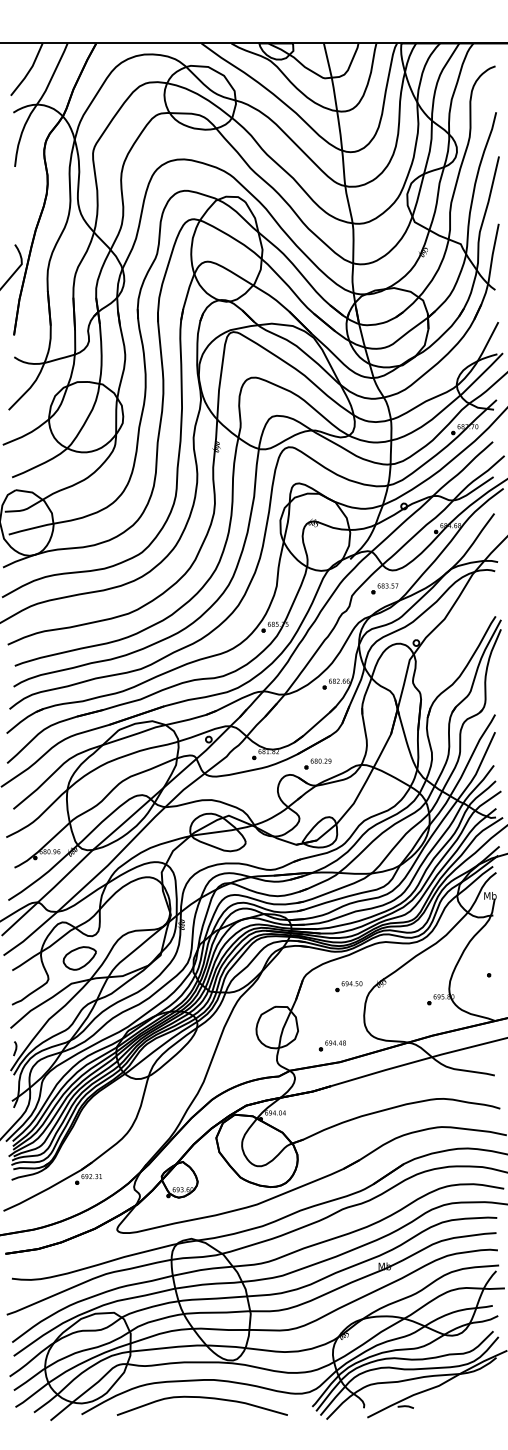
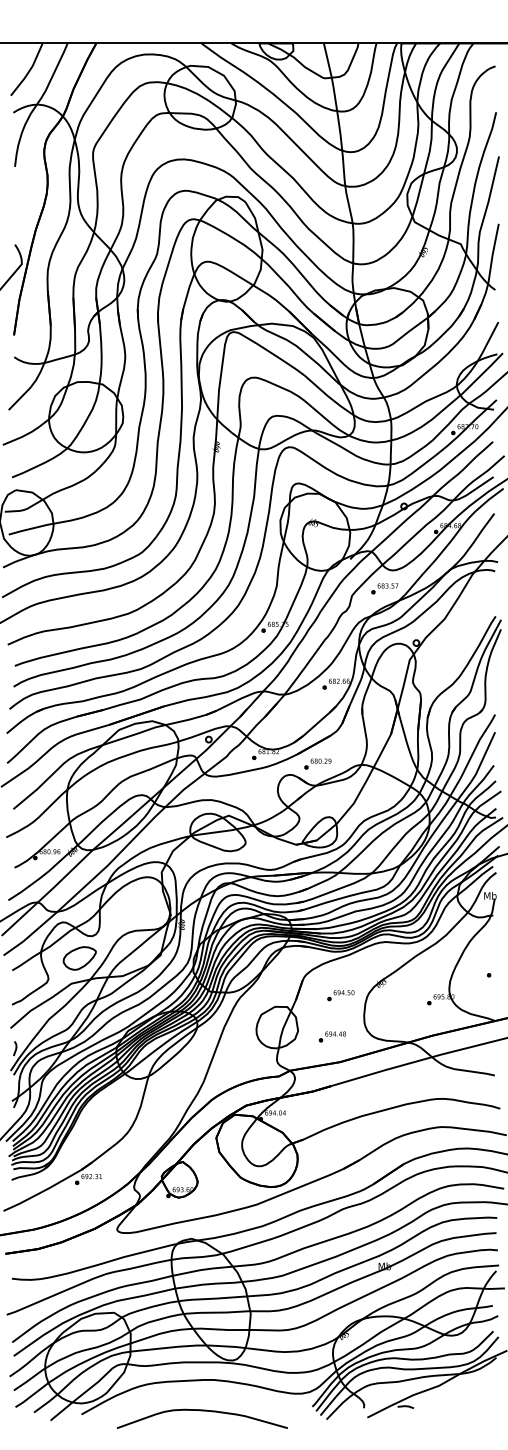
part at (348, 986) position: (348, 986) -> (340, 995)
part at (331, 1045) position: (331, 1045) -> (331, 1036)
curve at (201, 1398) position: (201, 1398) -> (201, 1411)
